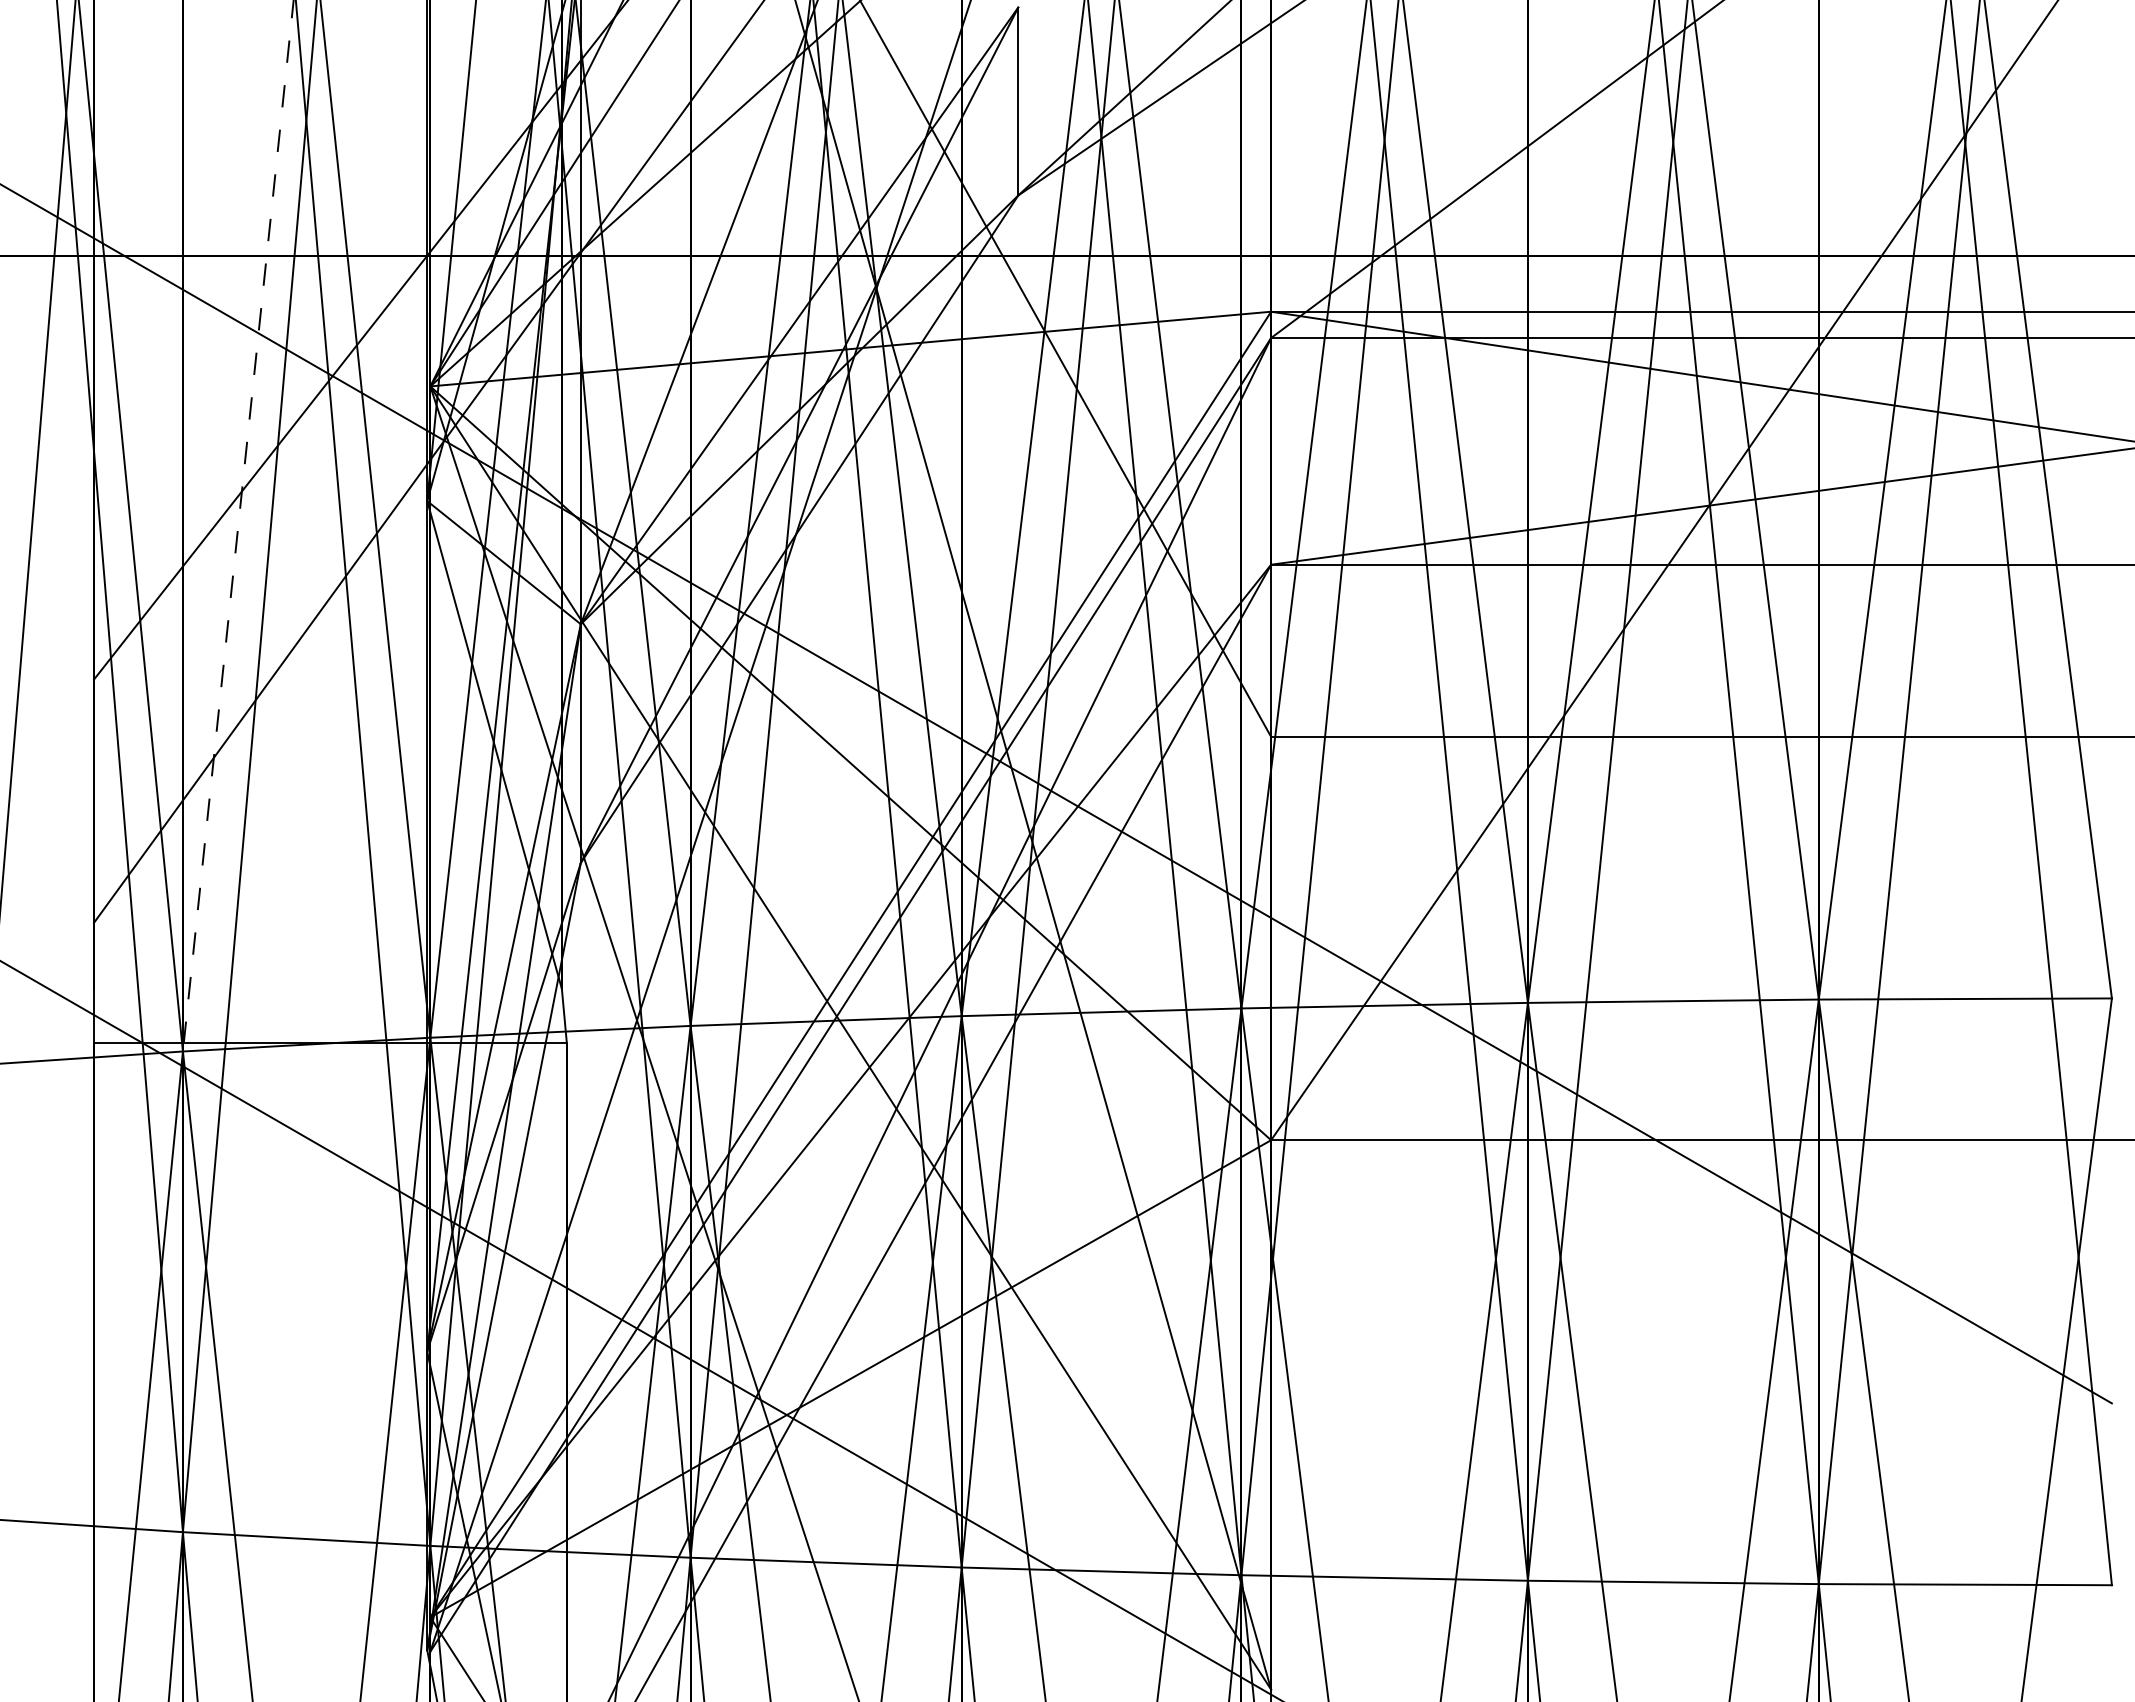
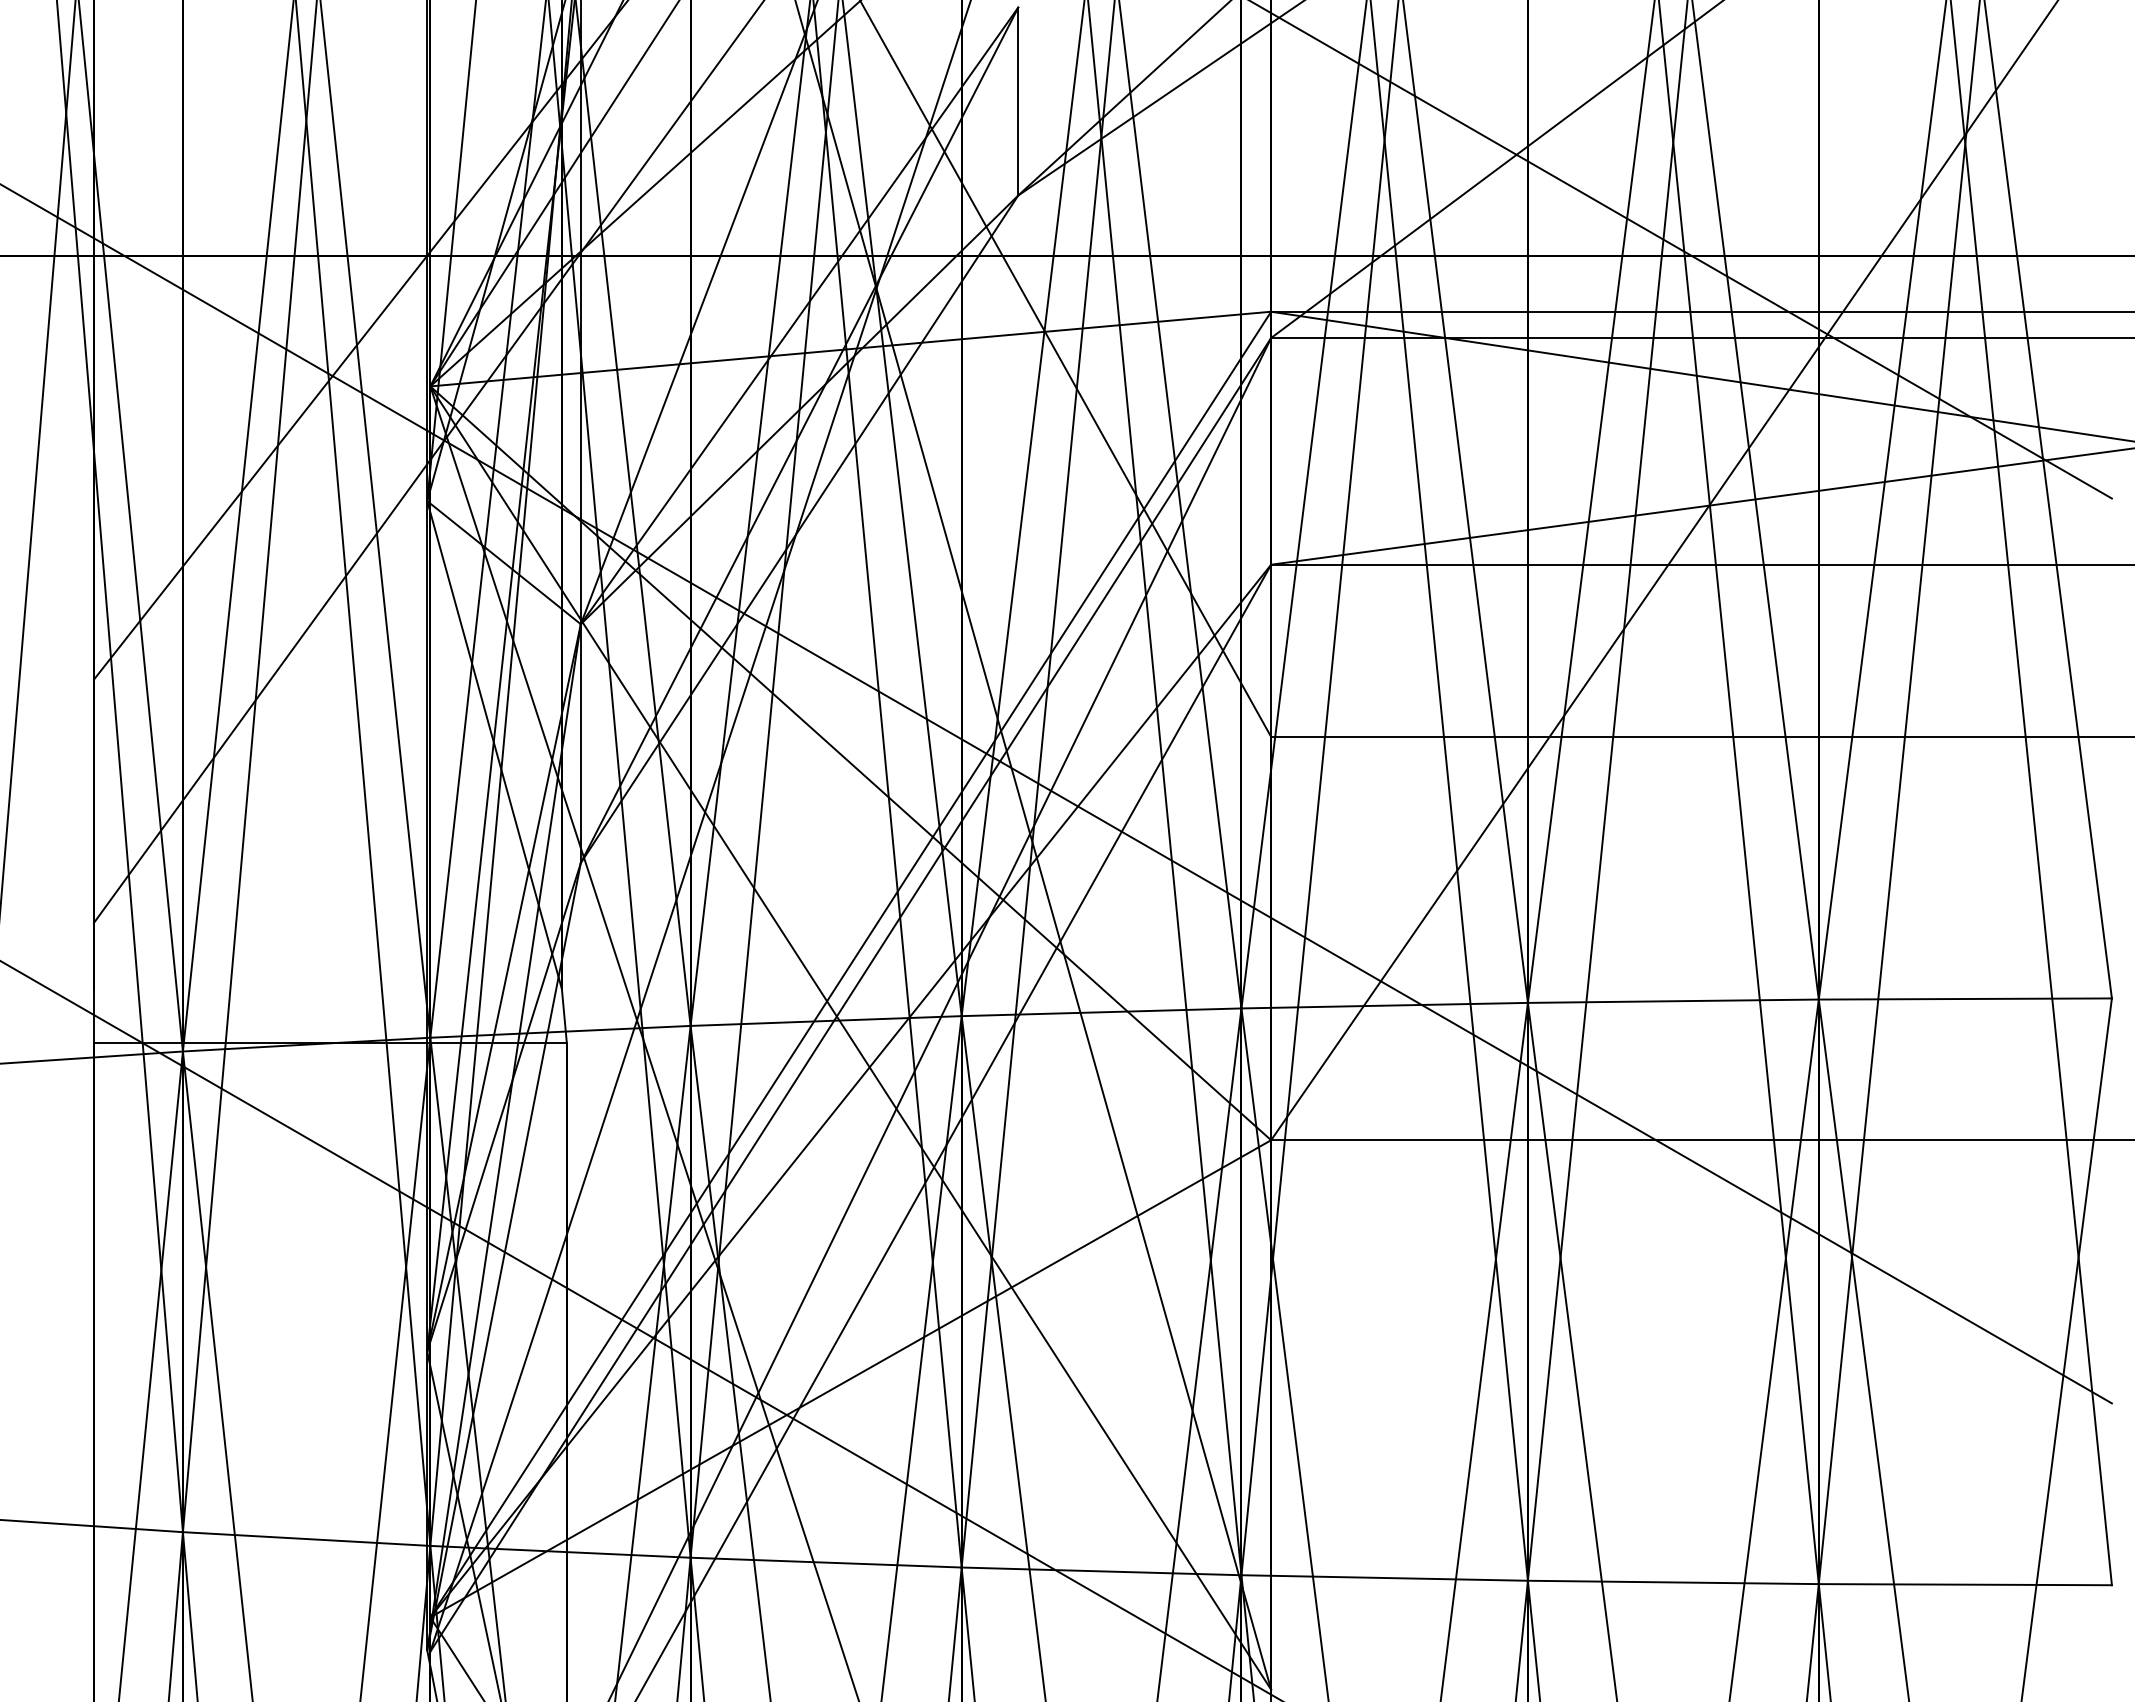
line at (1681, 250): none -> present
line at (238, 526): dashed -> solid
